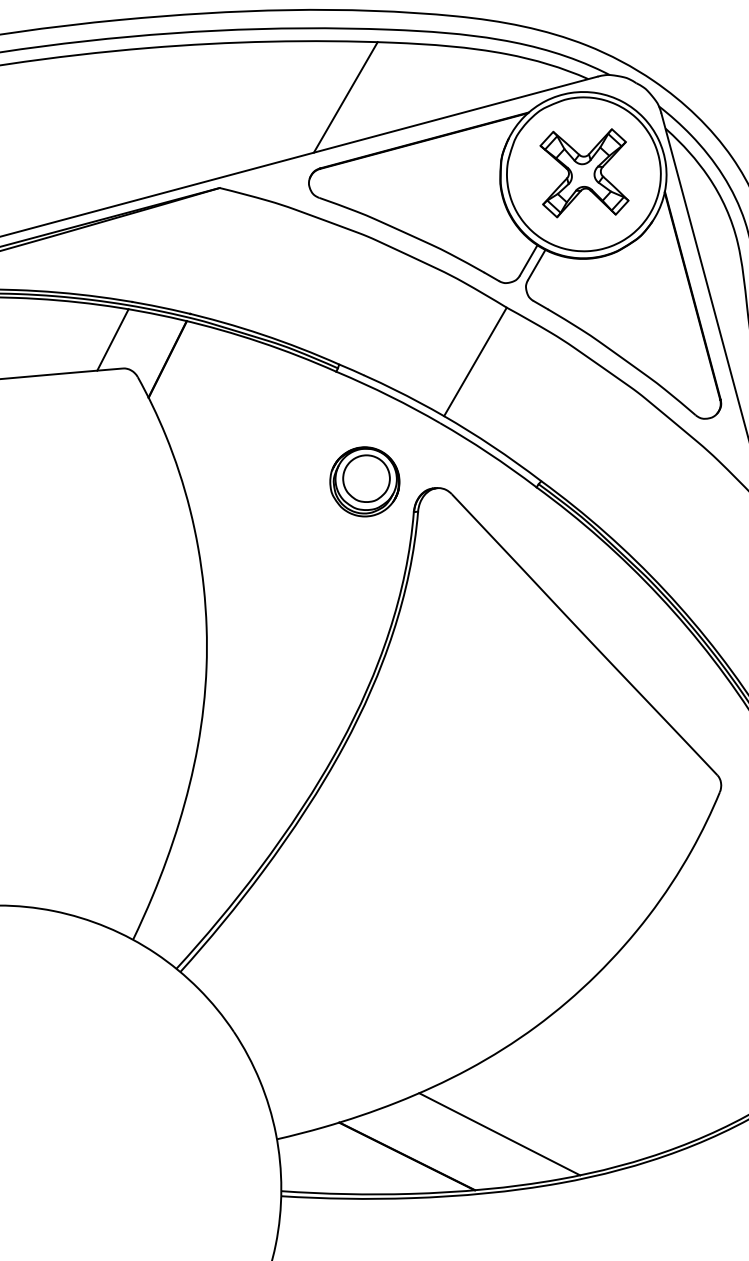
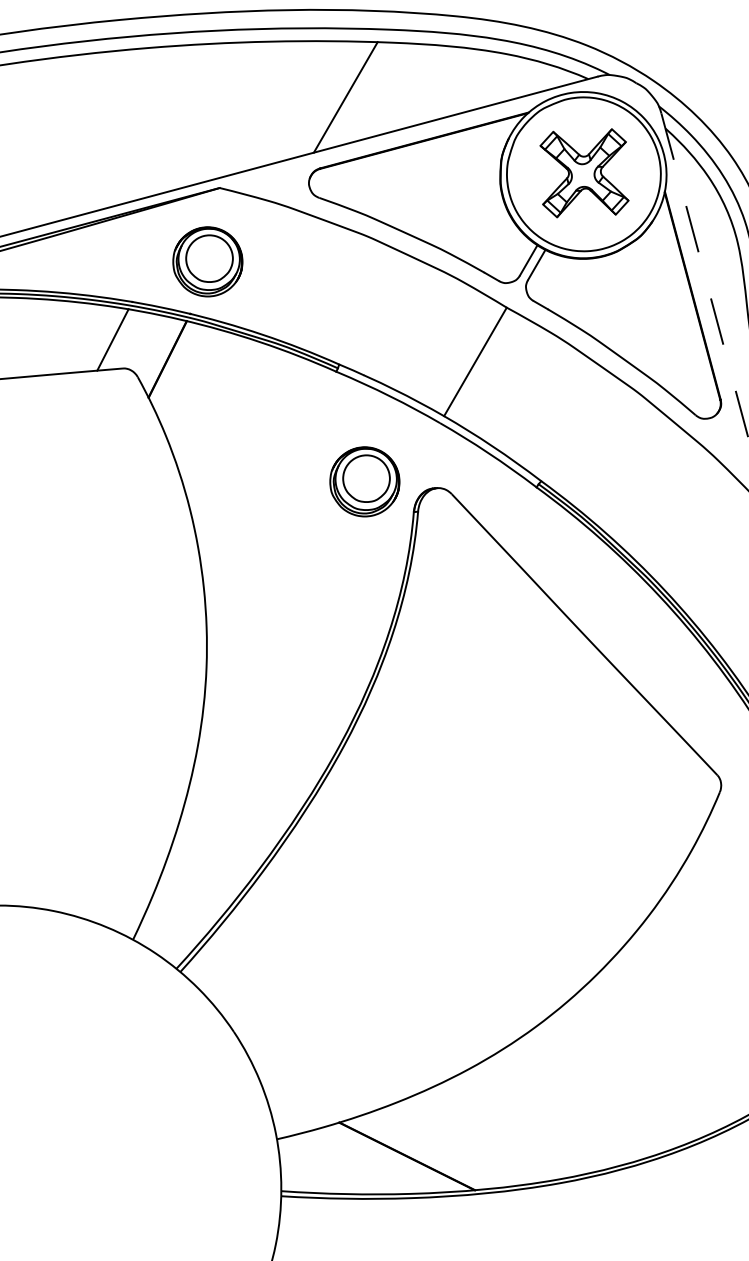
part at (207, 261): none -> present
line at (705, 276): solid -> dashed
line at (499, 1134): present -> none
